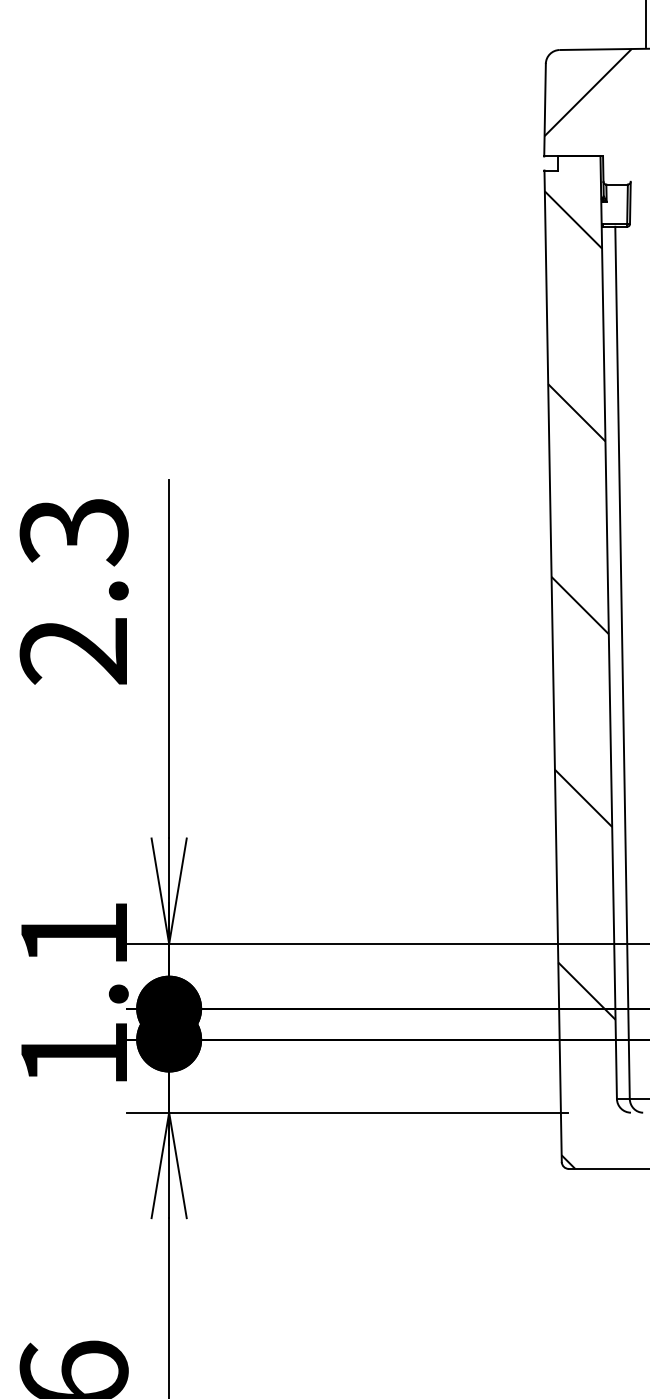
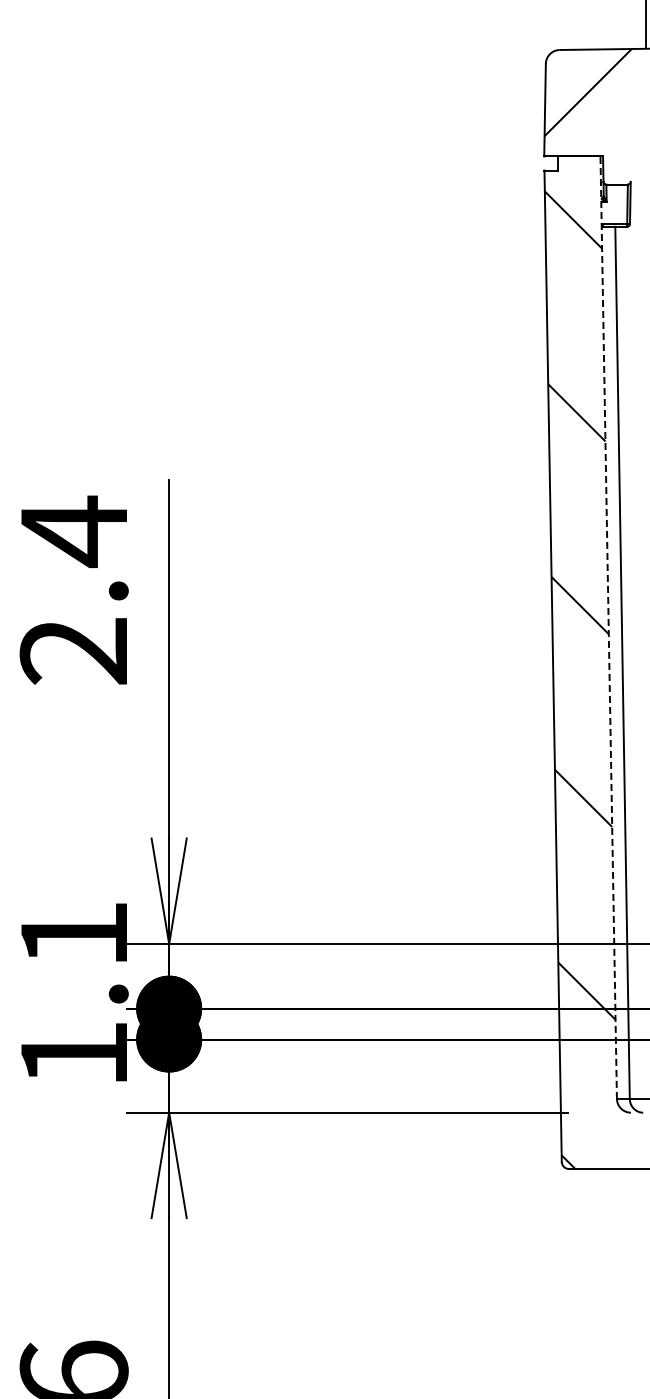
text at (73, 531): 2.3 -> 2.4
line at (608, 627): solid -> dashed
